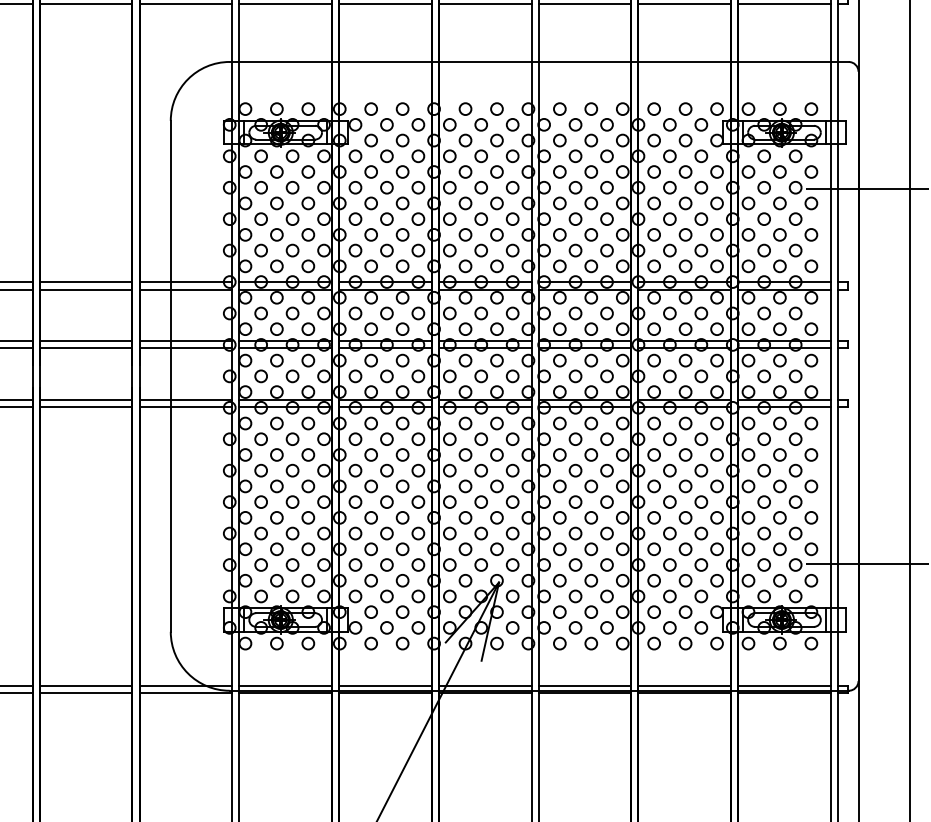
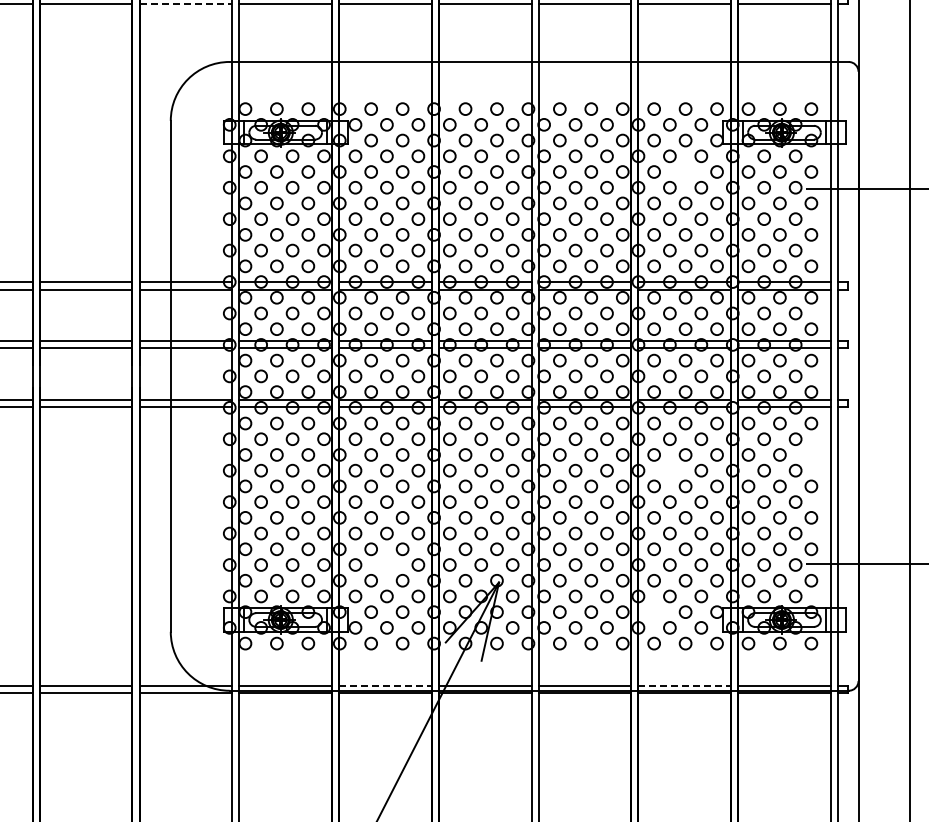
line at (186, 4): solid -> dashed
circle at (685, 171): present -> none
circle at (811, 454): present -> none
circle at (669, 470): present -> none
circle at (386, 564): present -> none
circle at (653, 611): present -> none
line at (385, 685): solid -> dashed
line at (685, 685): solid -> dashed
